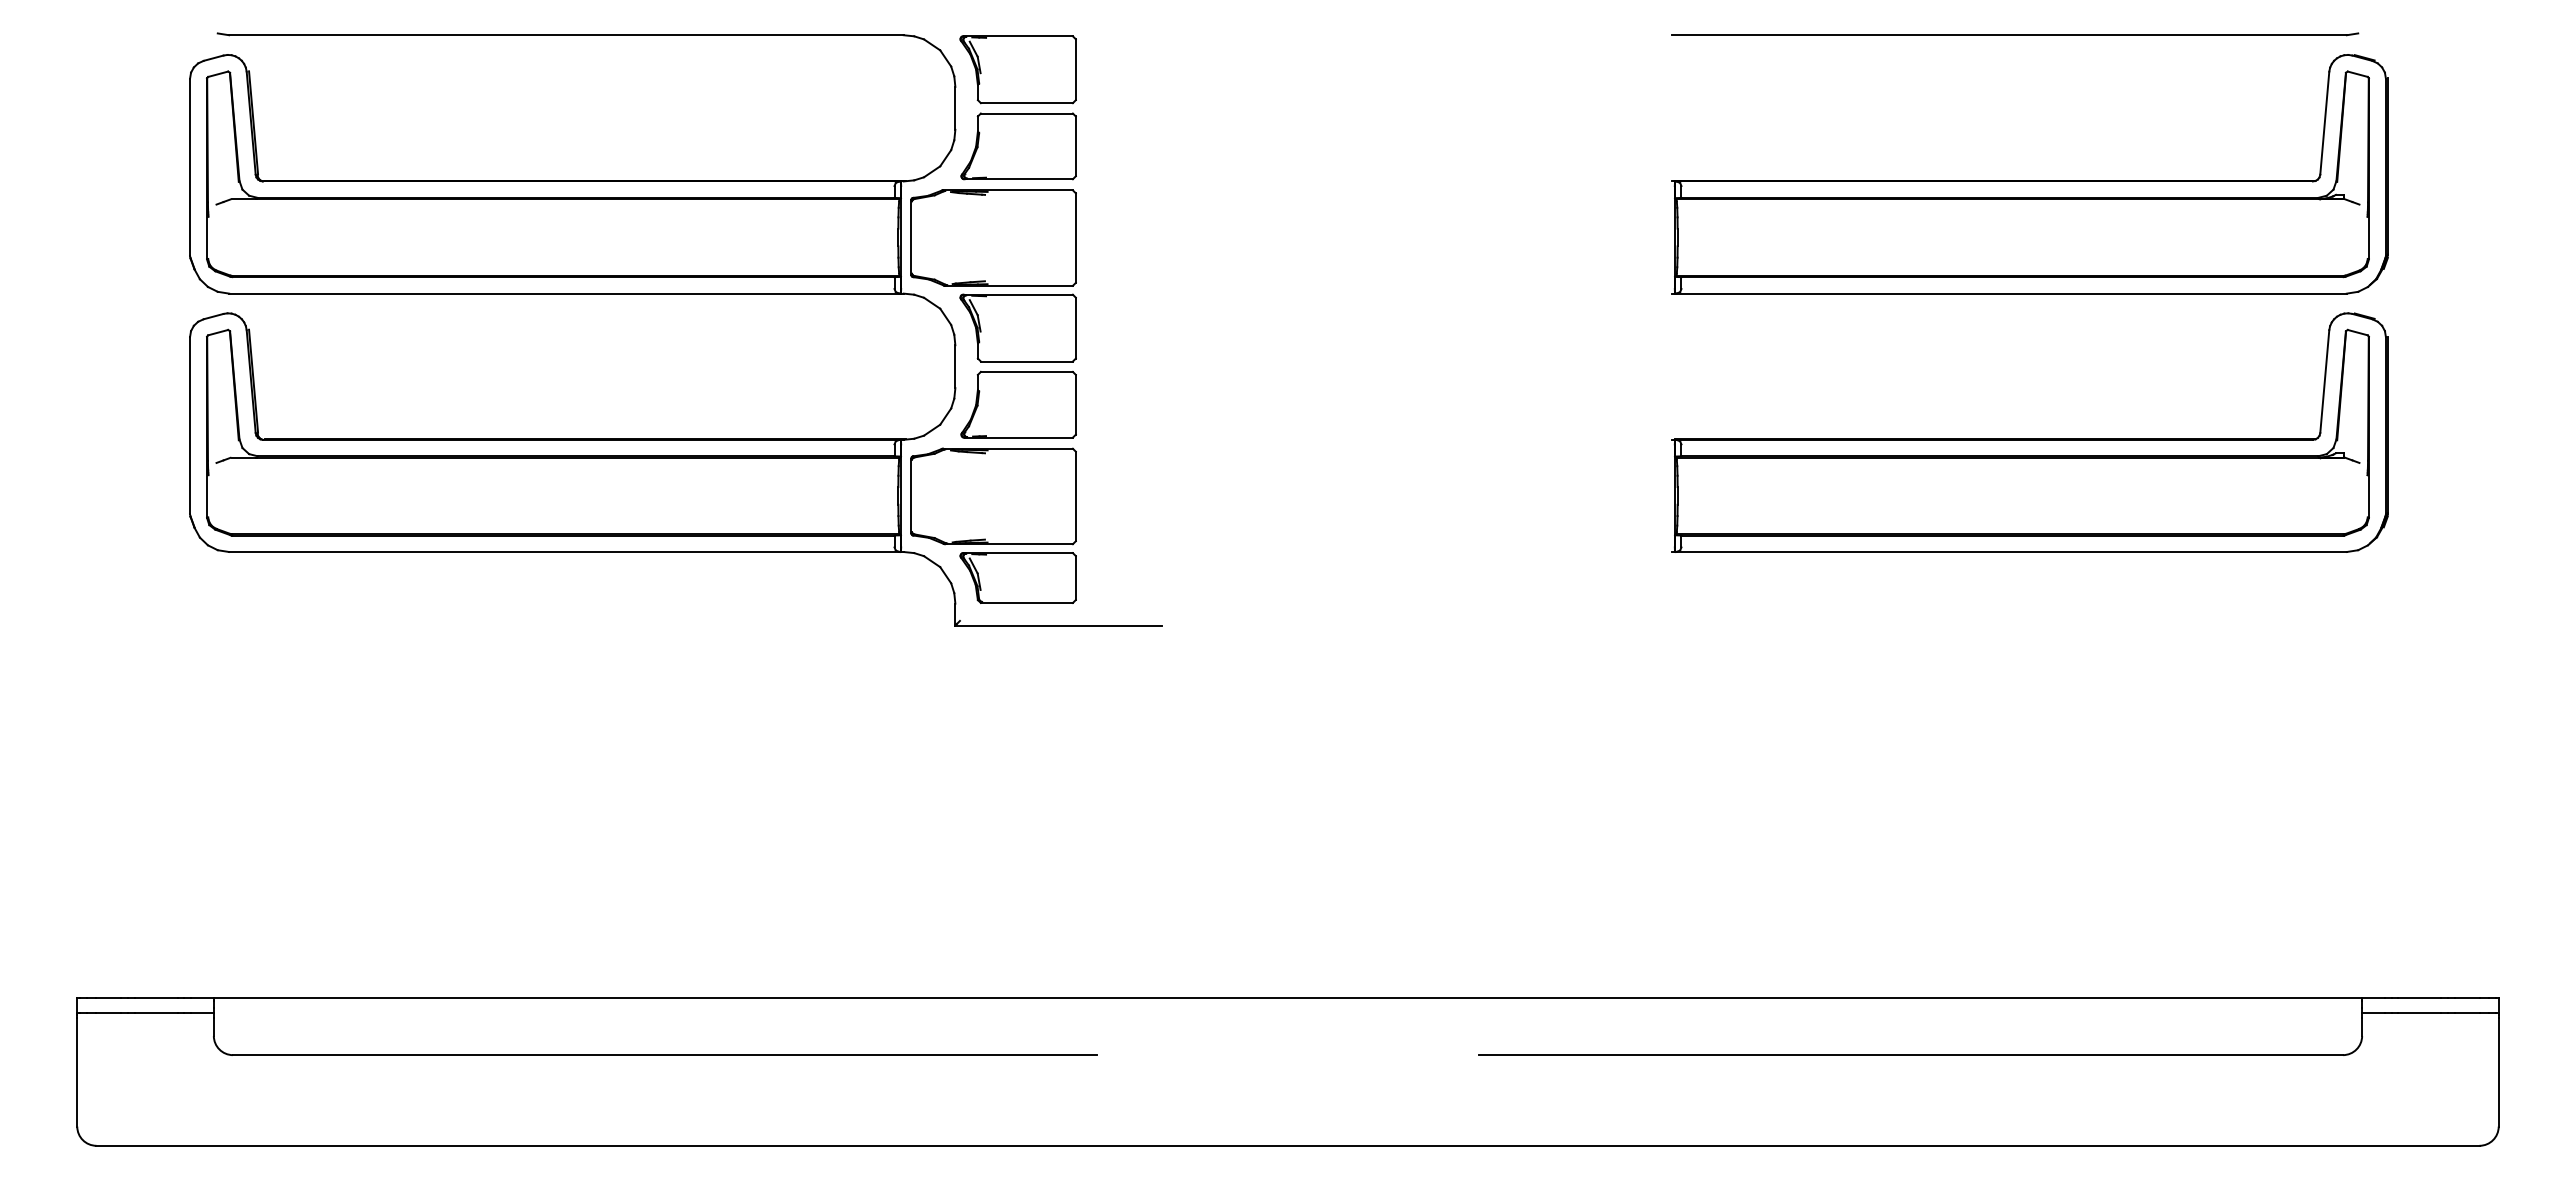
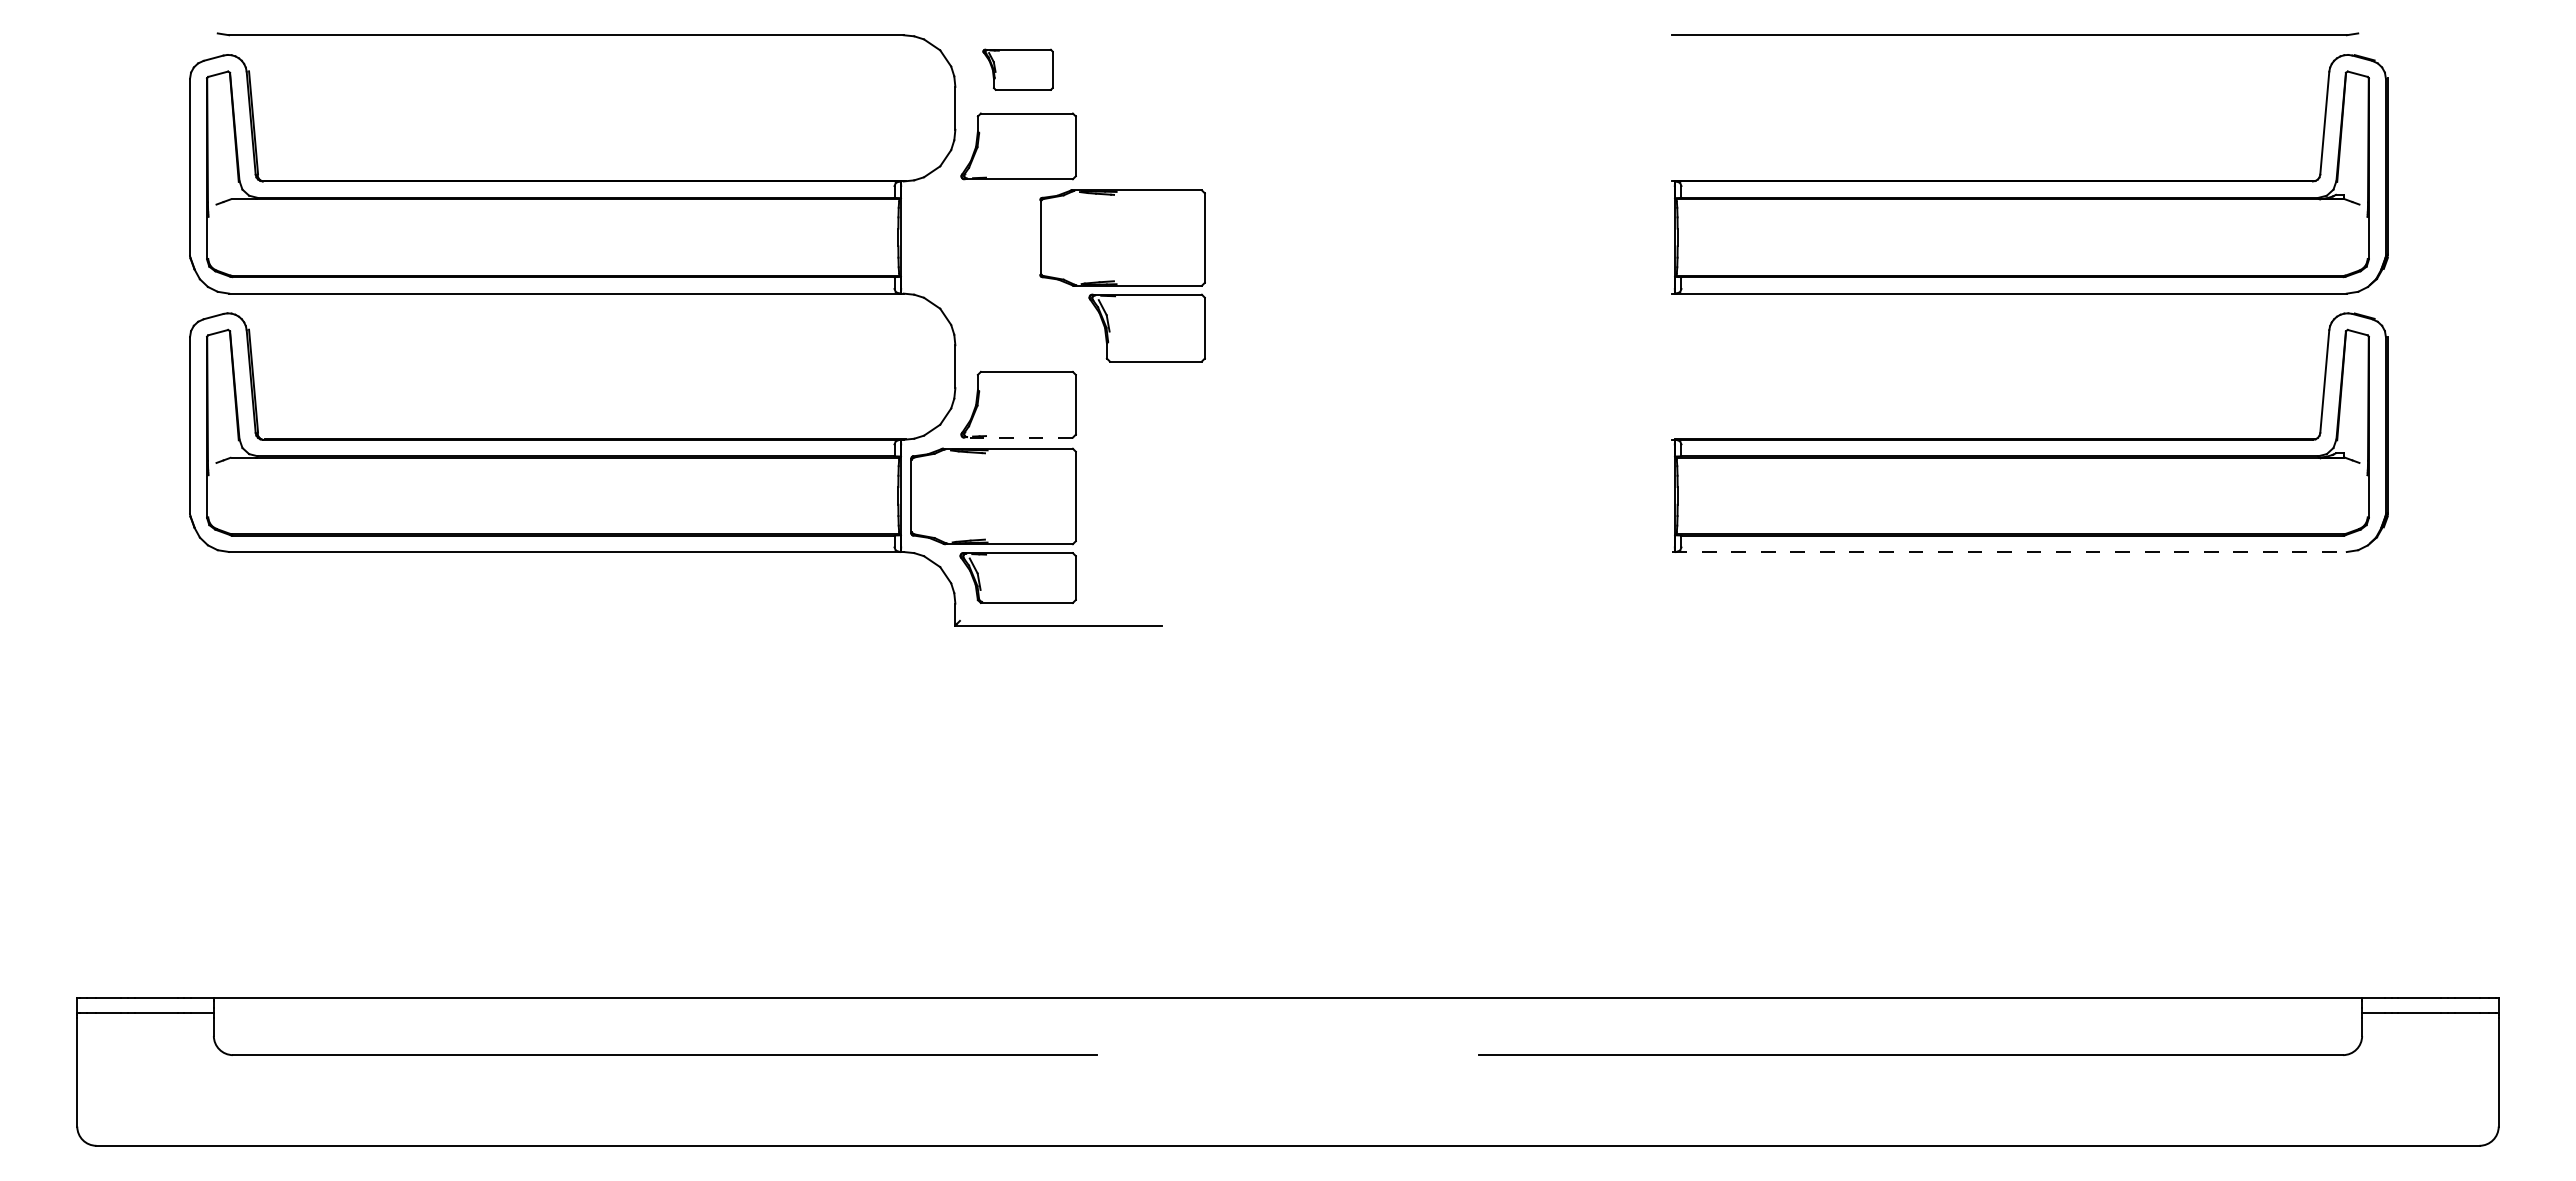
part at (1017, 69) size: 118x70 px -> 72x43 px
part at (993, 275) position: (993, 275) -> (1122, 275)
line at (1018, 437): solid -> dashed
line at (2010, 552): solid -> dashed
